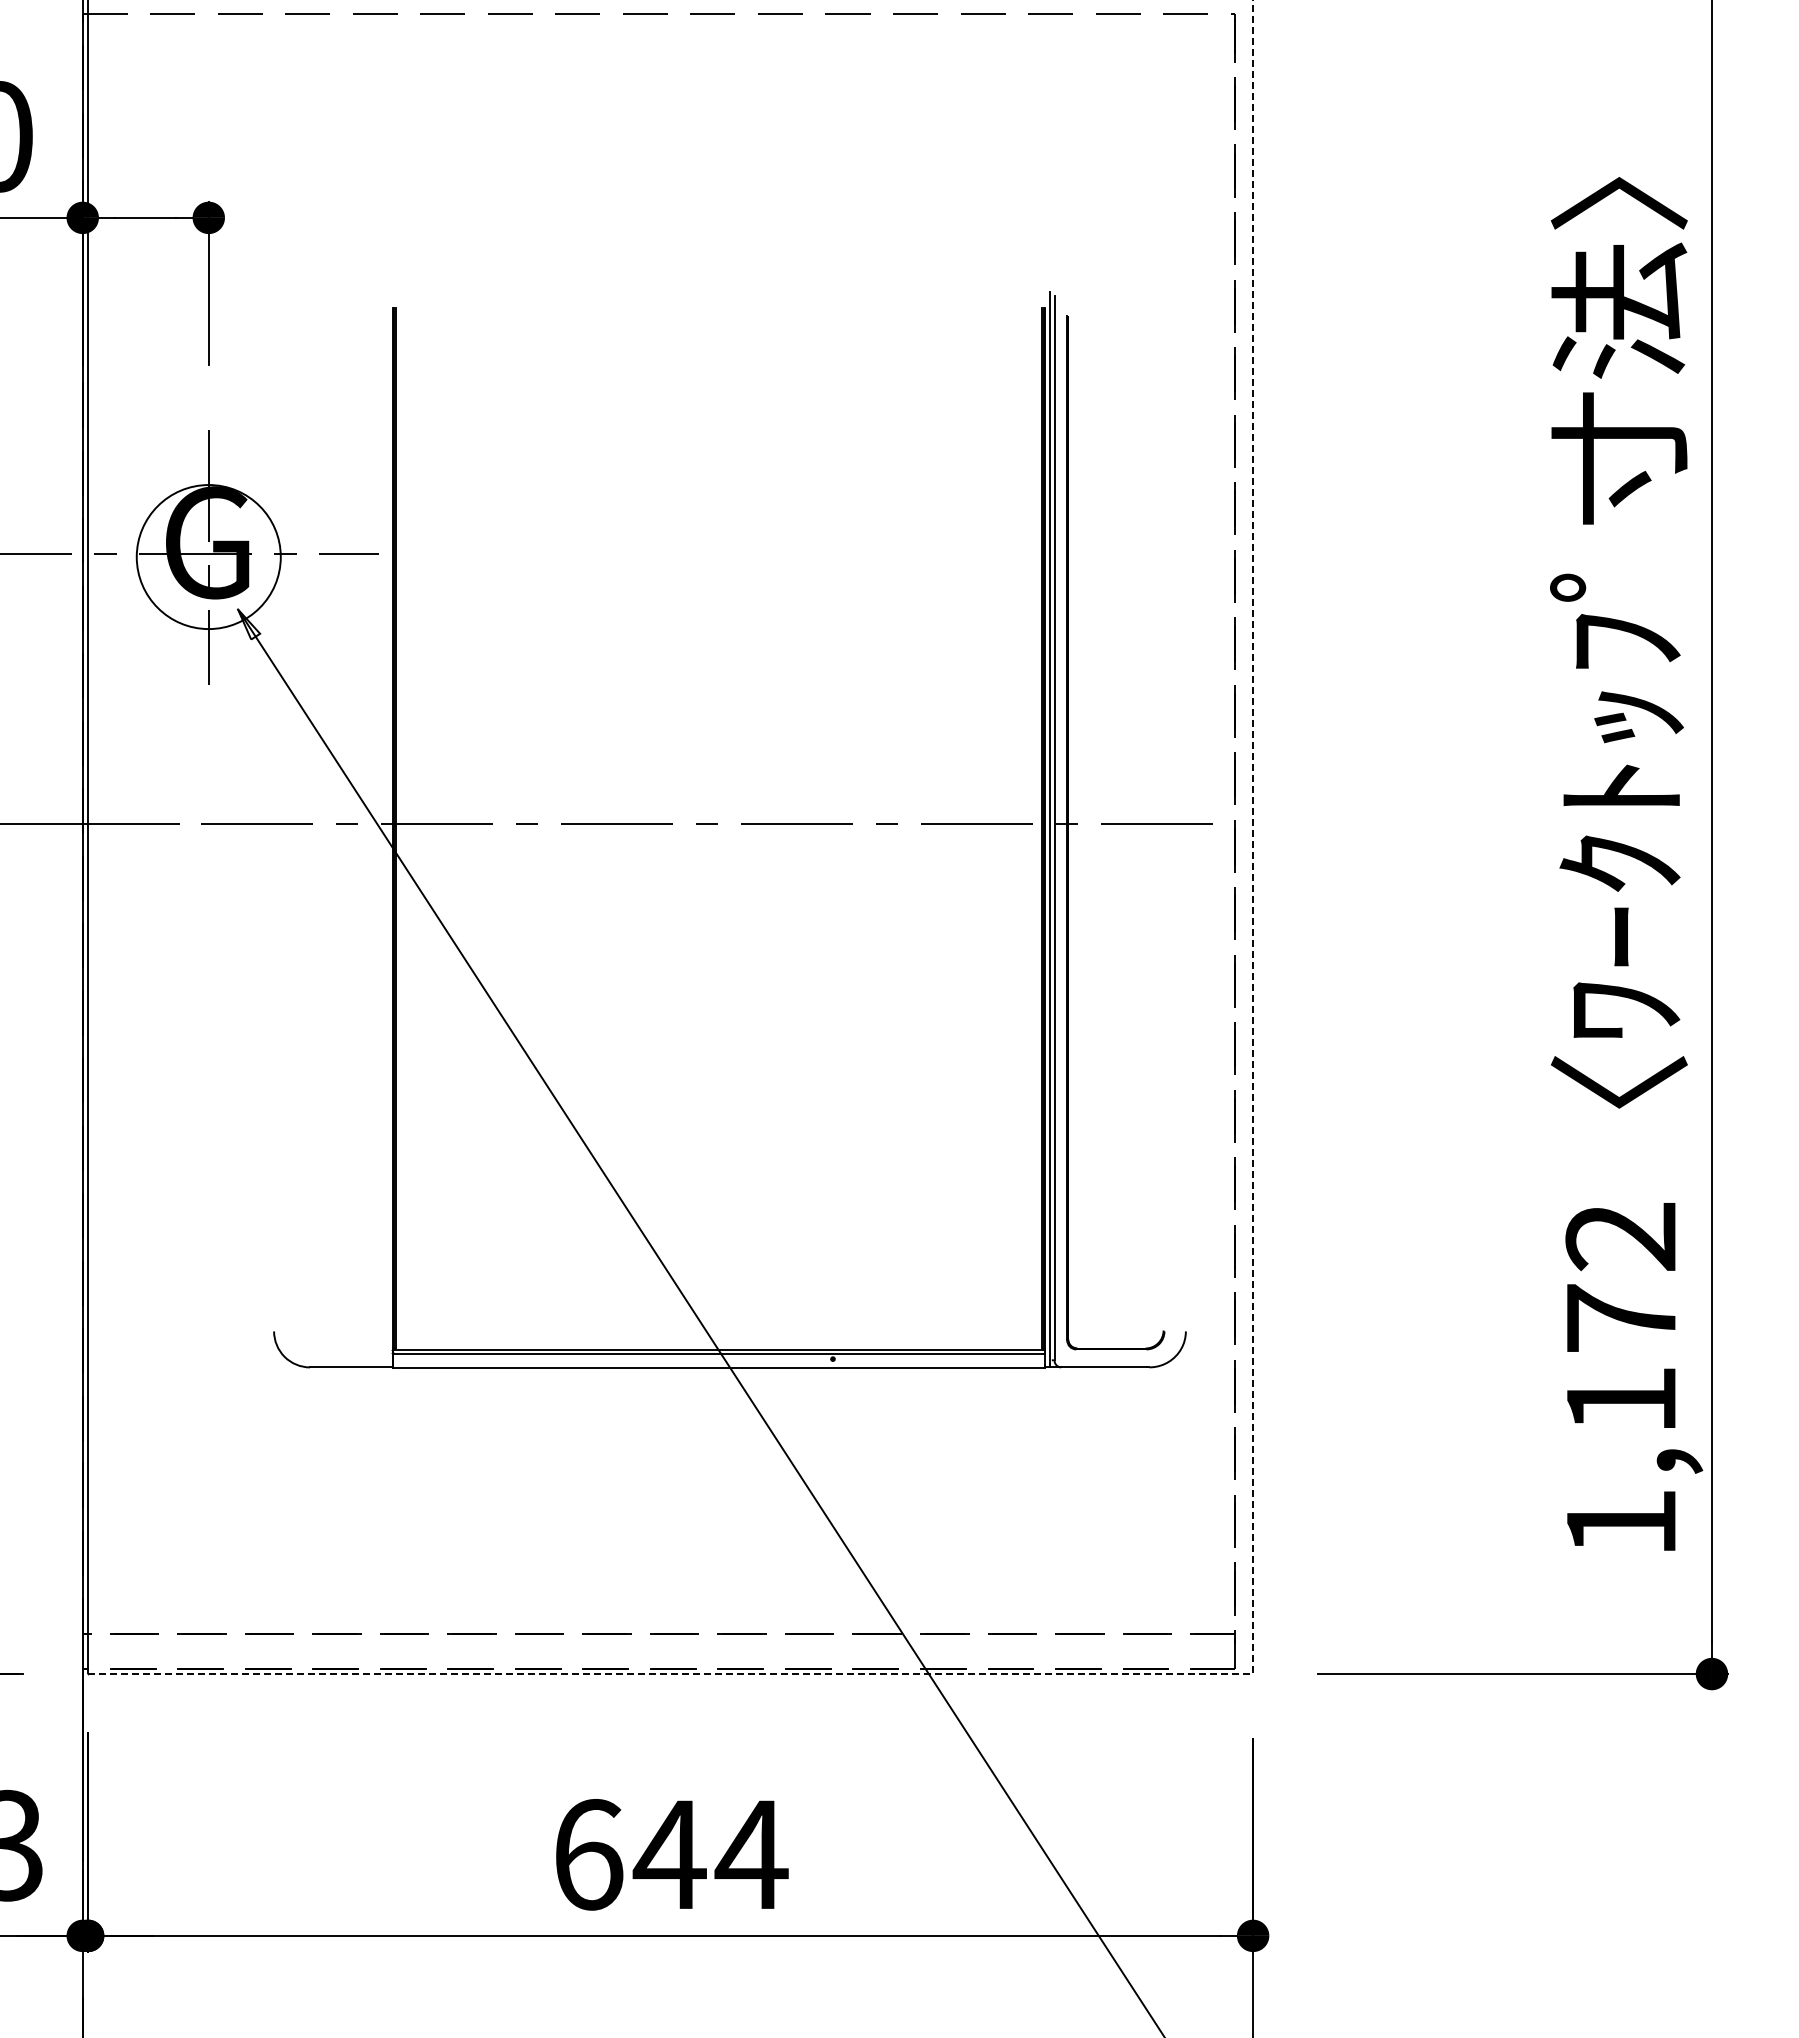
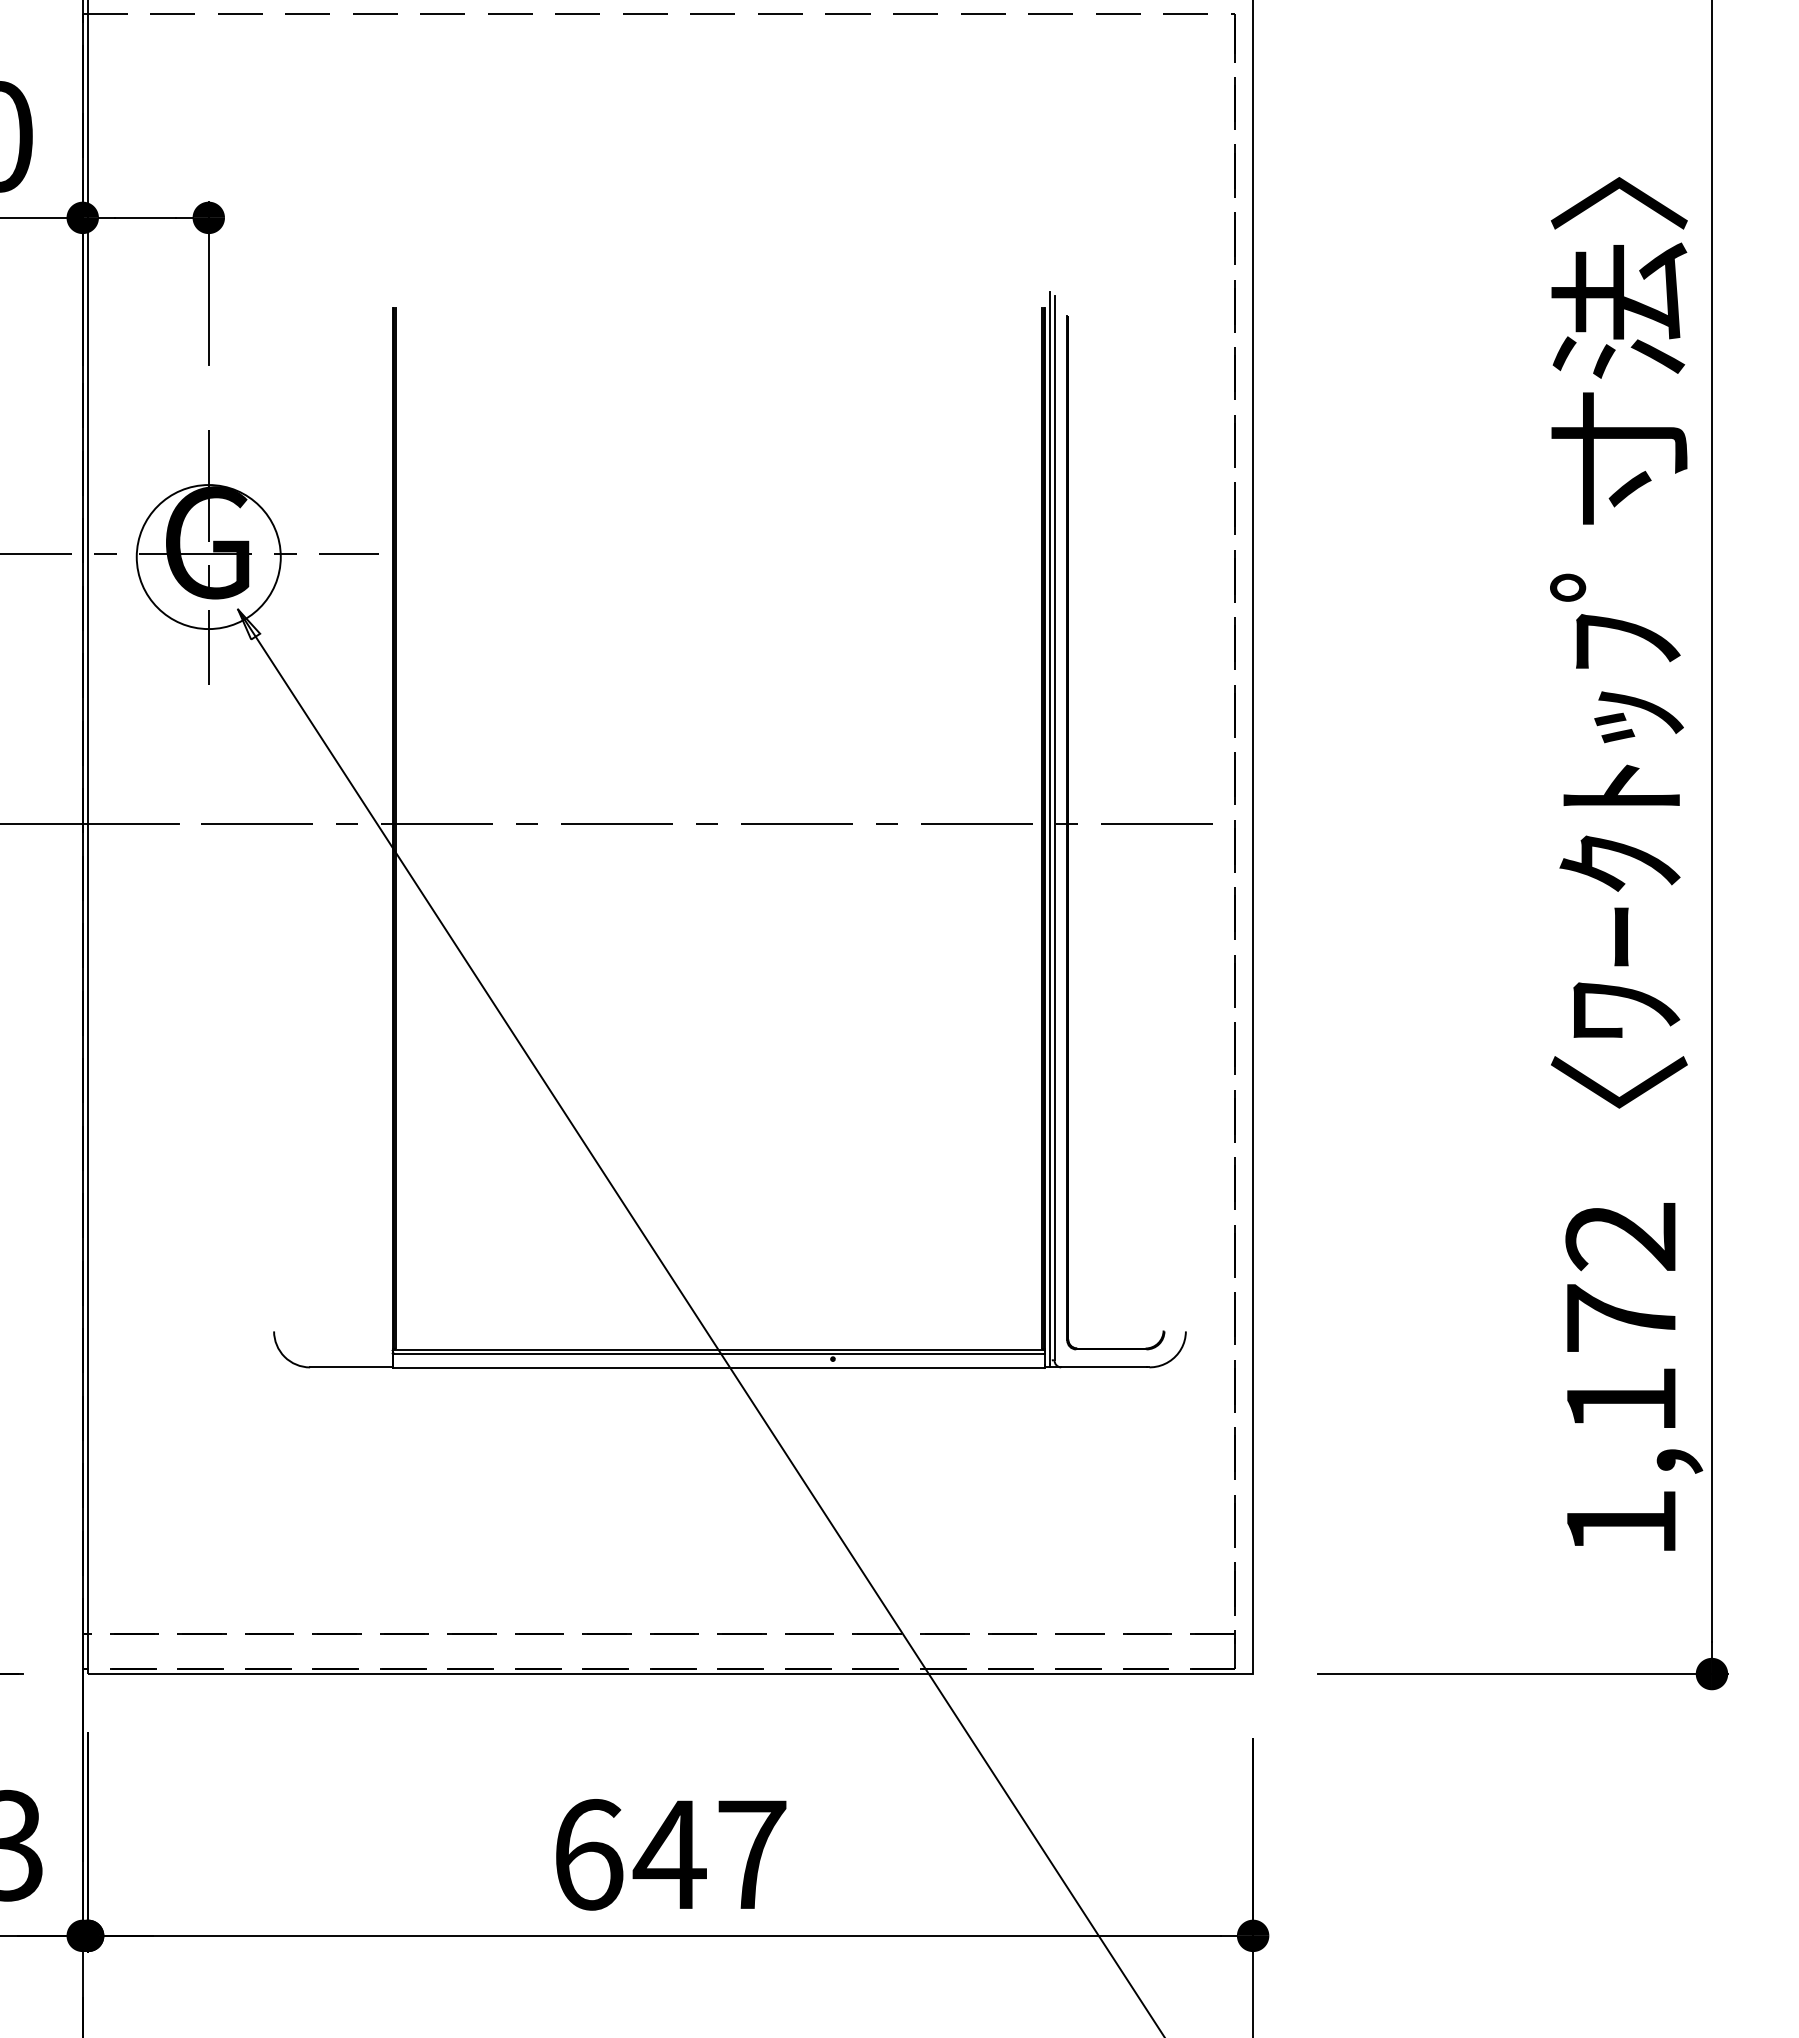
line at (1253, 1420): dashed -> solid
text at (751, 1854): 644 -> 647
